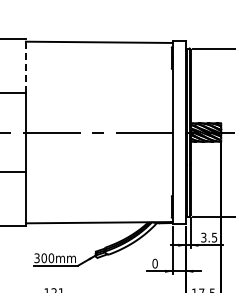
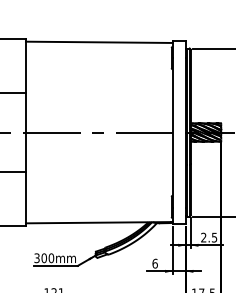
line at (25, 66): dashed -> solid
text at (203, 237): 3.5 -> 2.5
text at (154, 263): 0 -> 6
